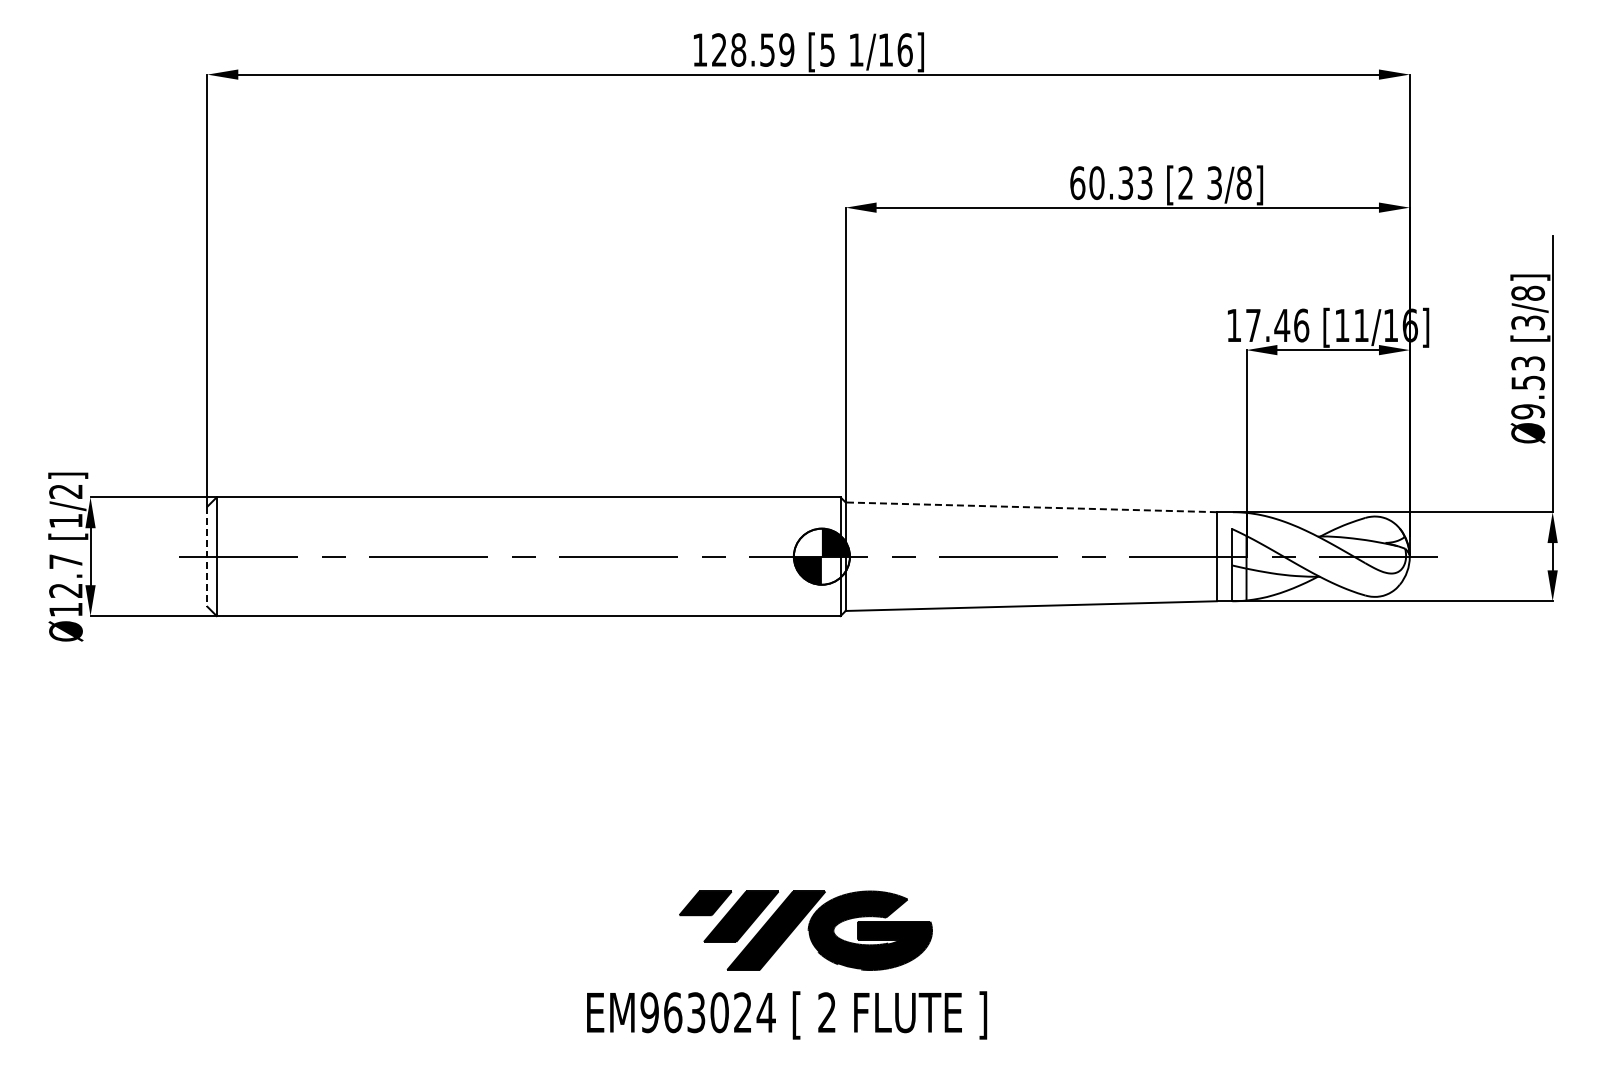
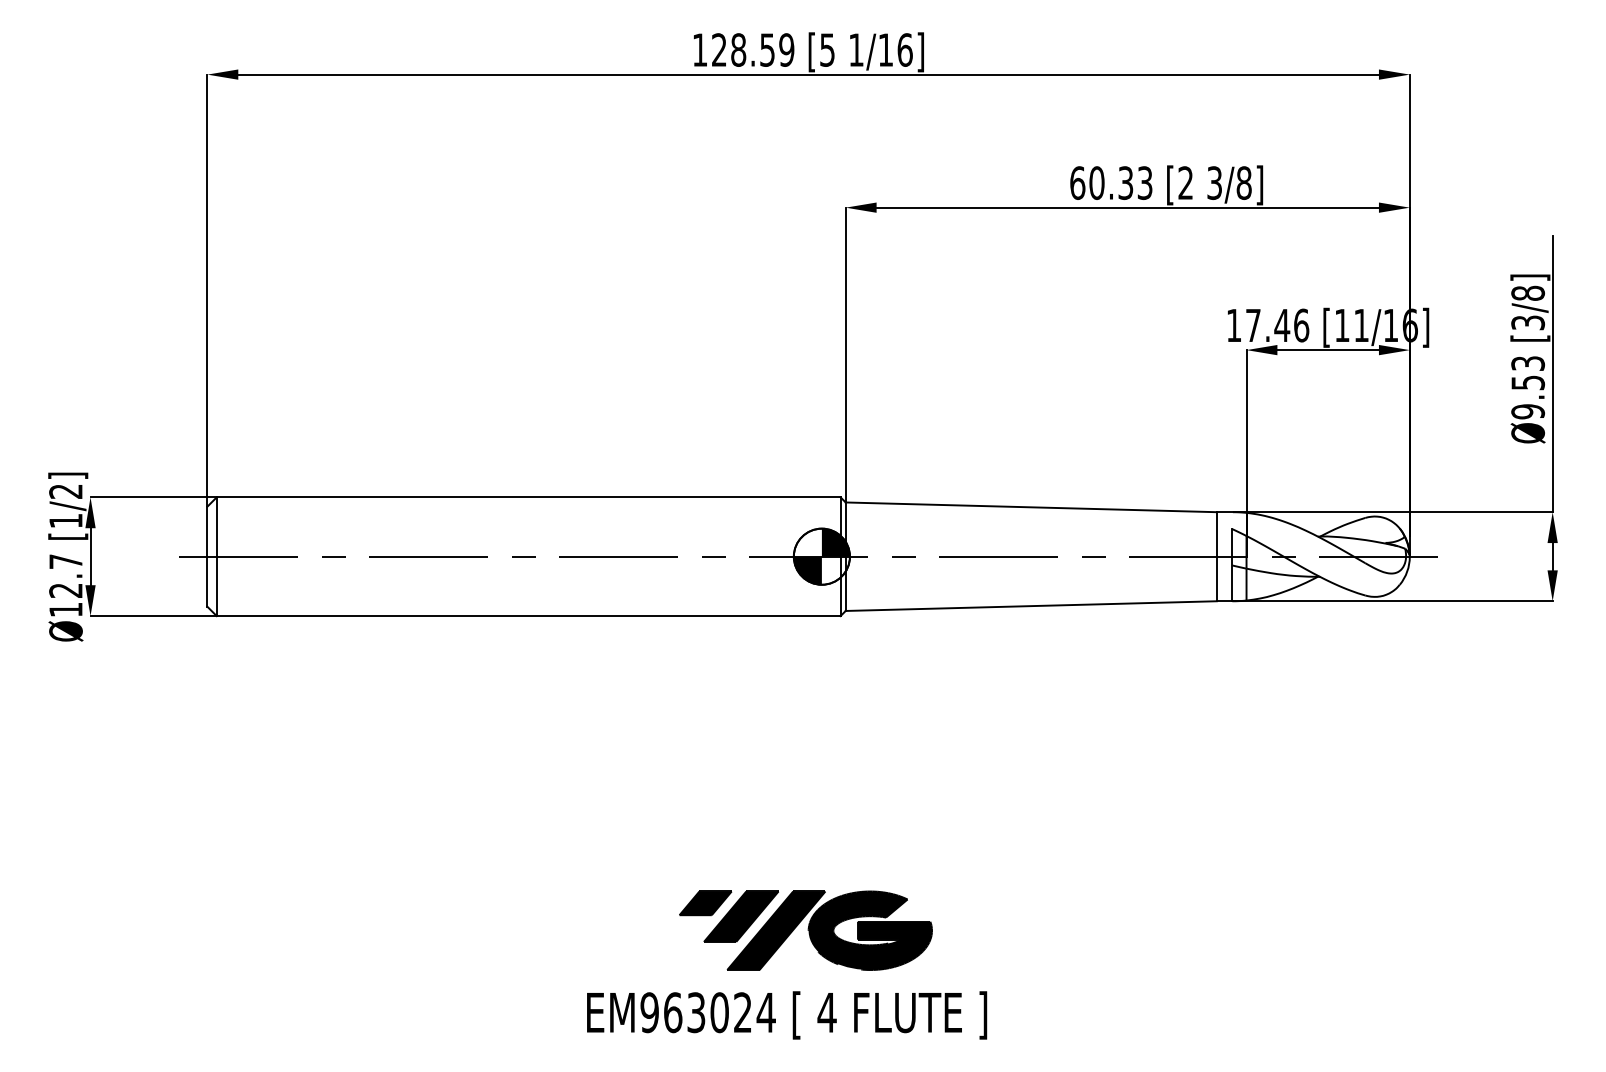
line at (1031, 507): dashed -> solid
line at (207, 557): dashed -> solid
text at (826, 1012): 2 -> 4
